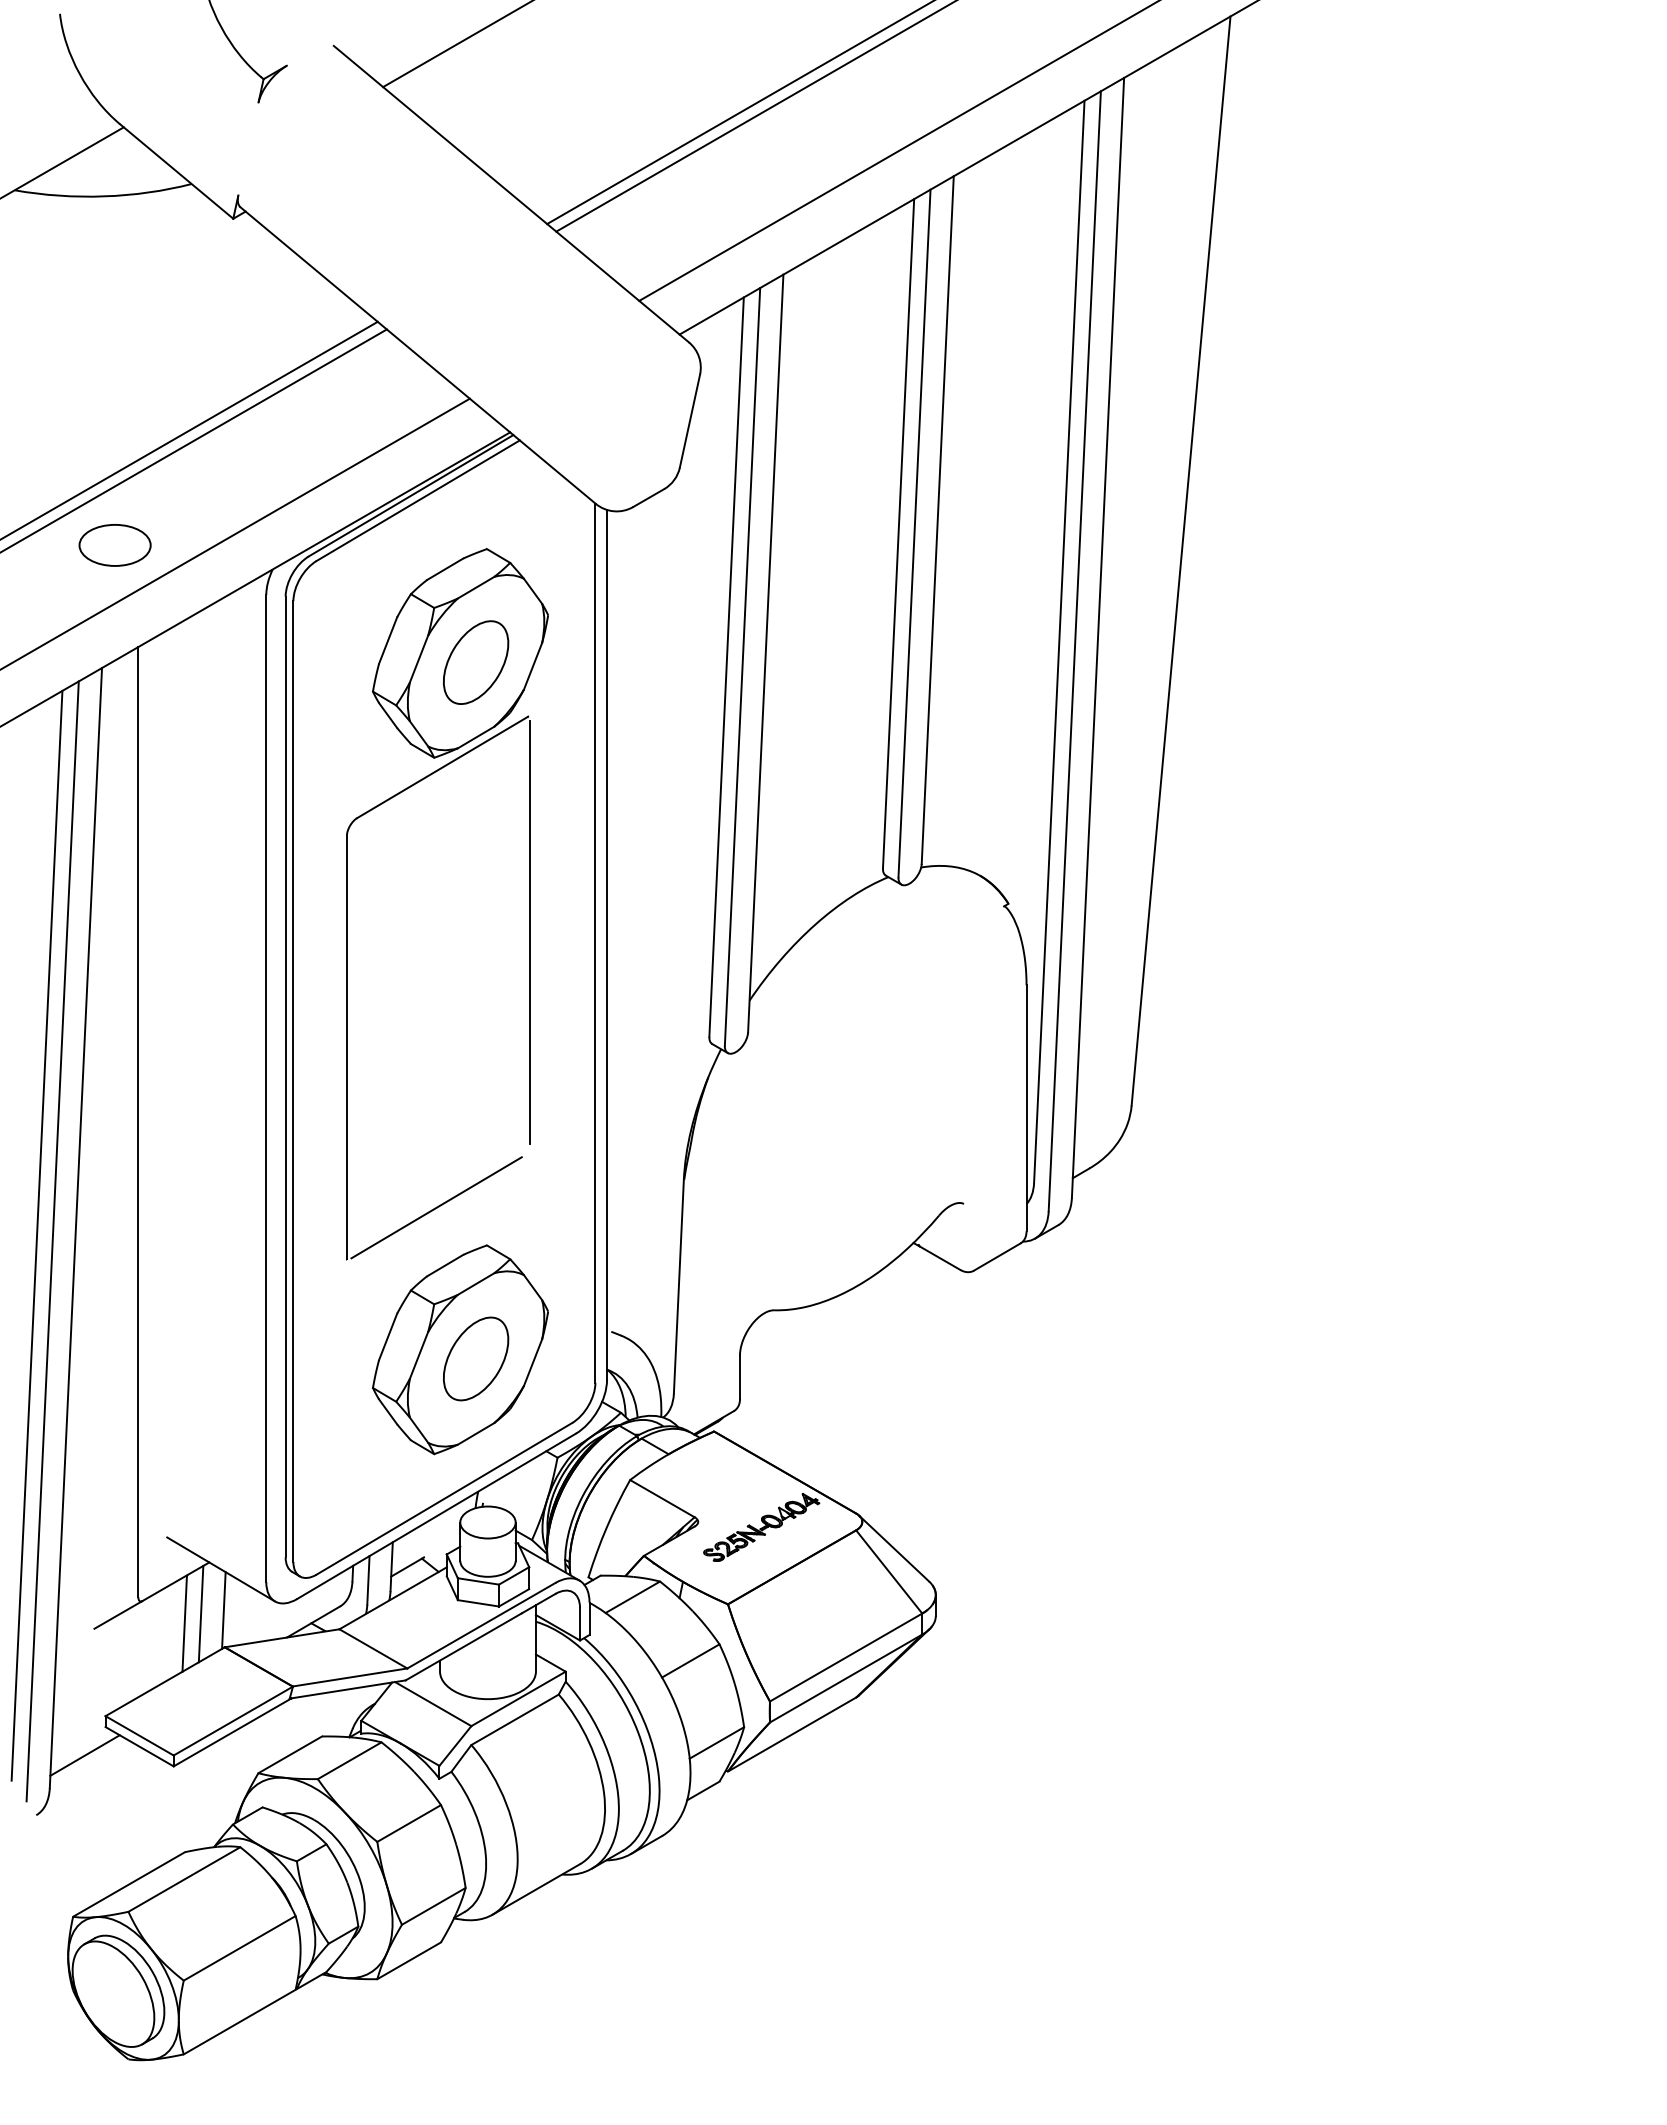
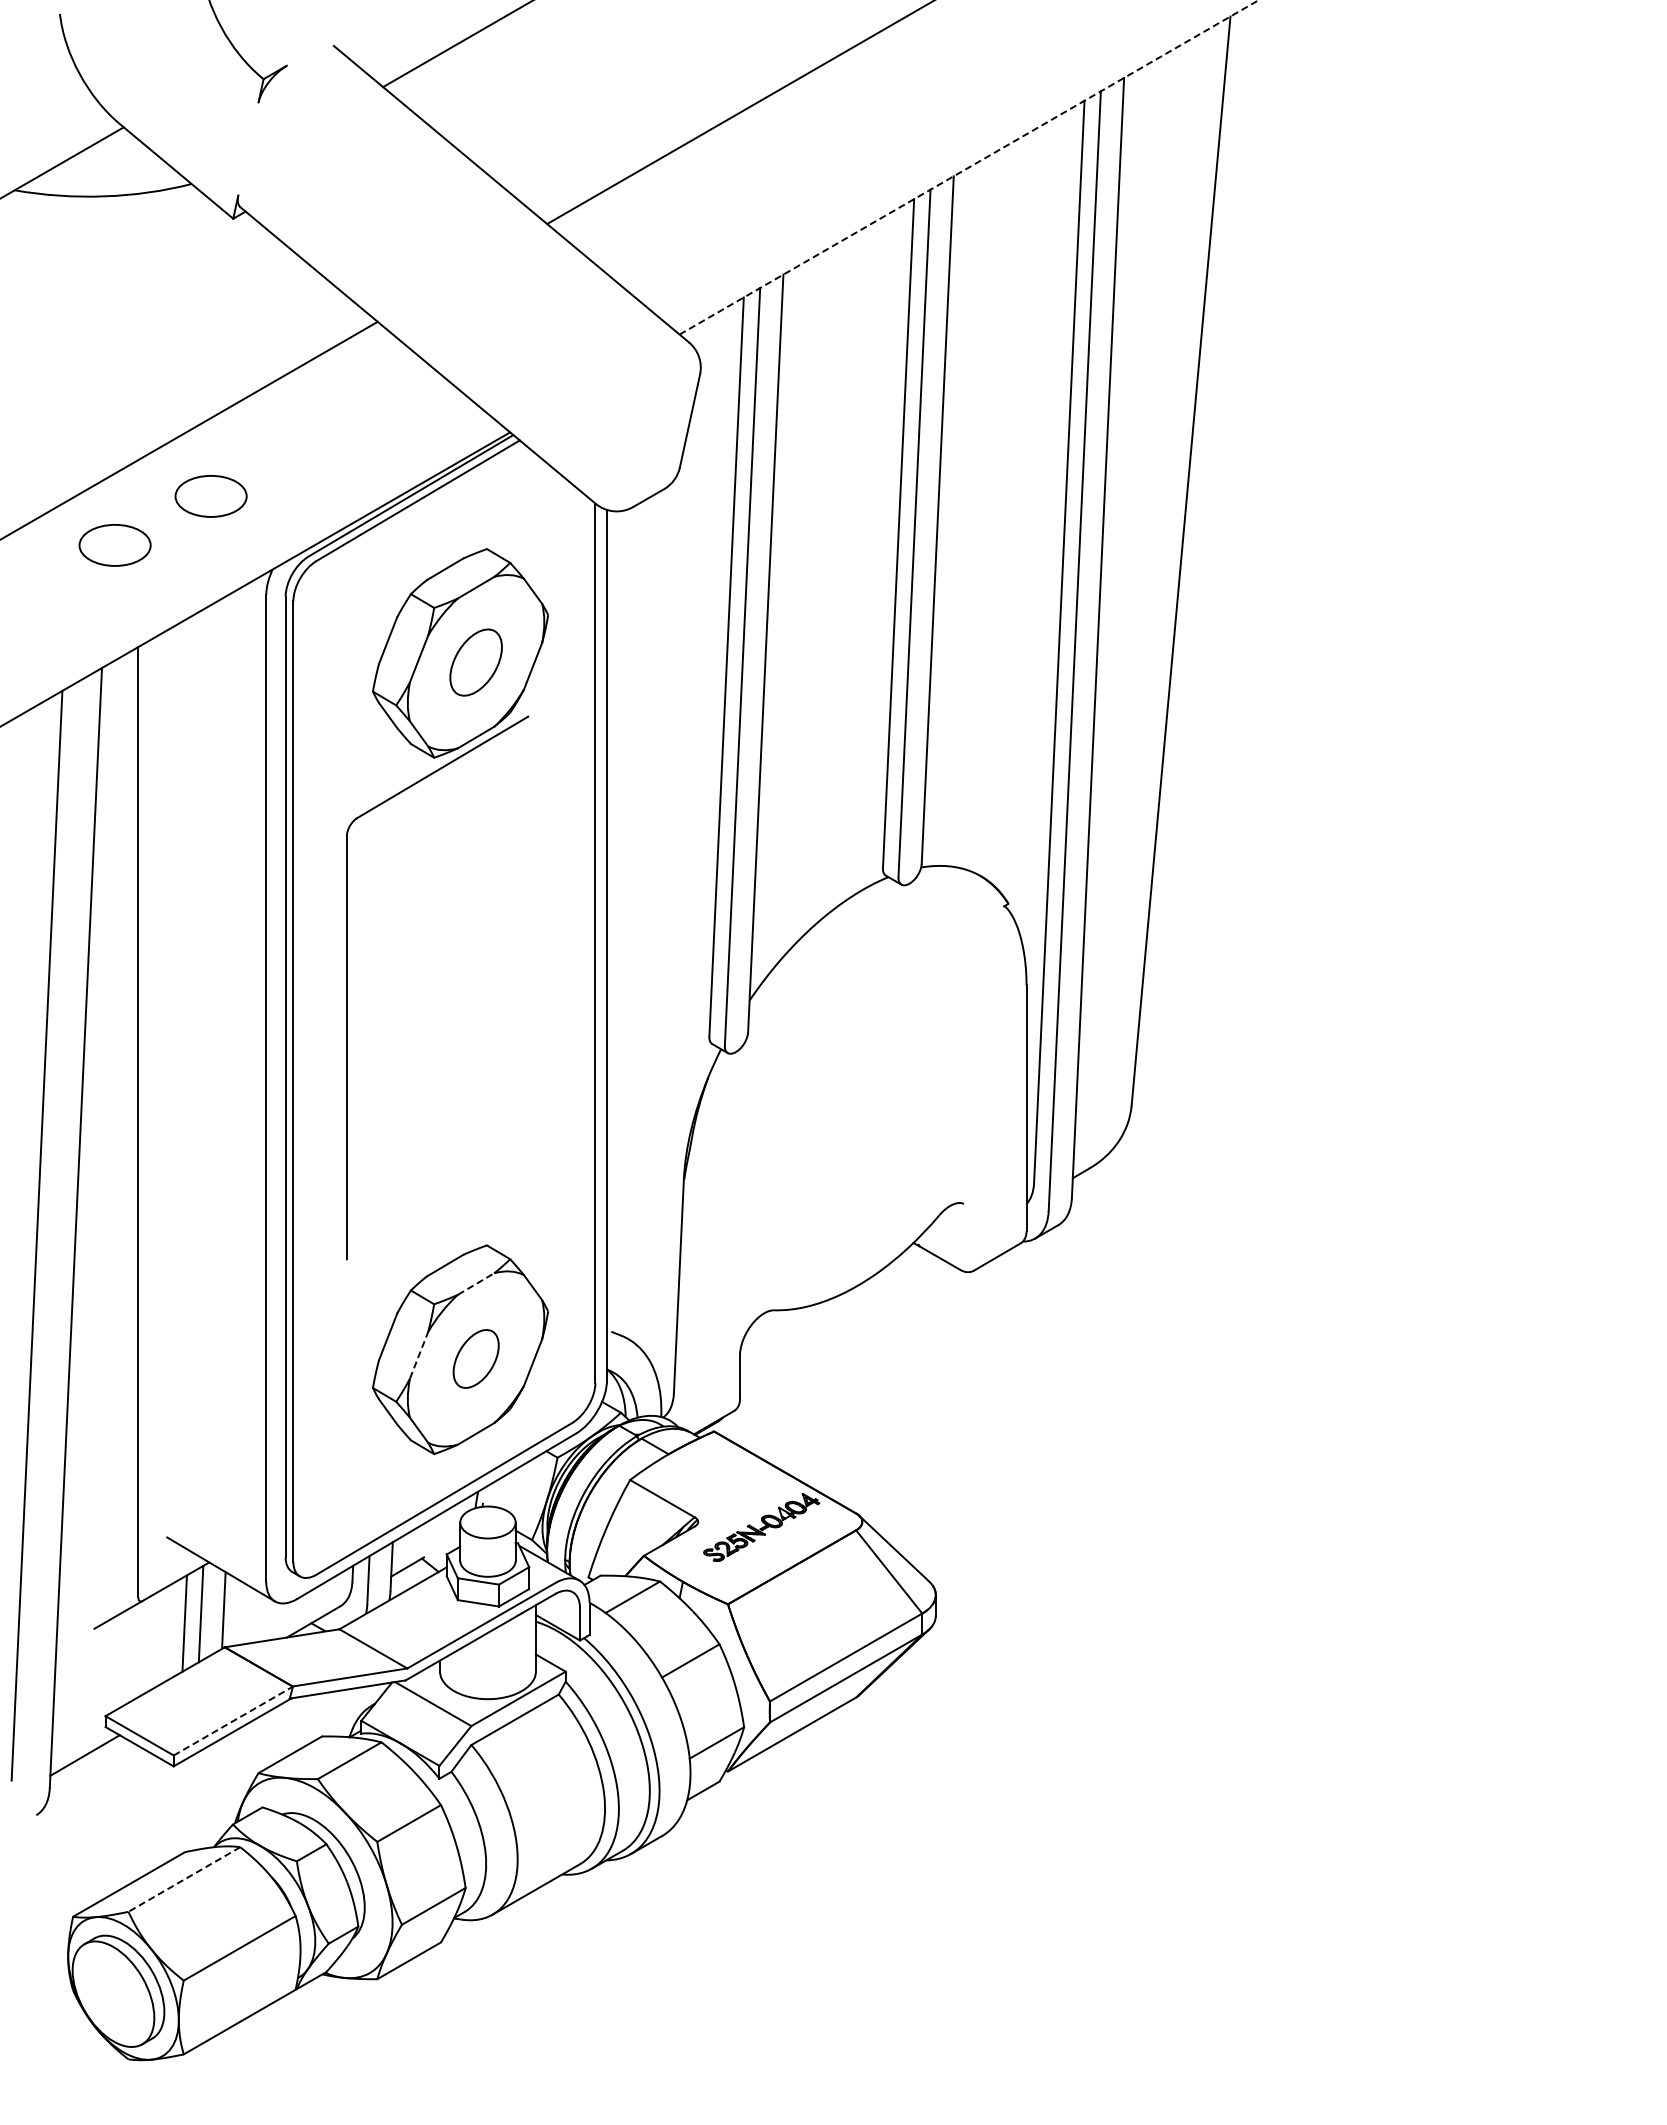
line at (754, 116): present -> none
line at (897, 151): present -> none
line at (969, 167): solid -> dashed
line at (194, 440): present -> none
part at (210, 496): none -> present
line at (235, 533): present -> none
part at (476, 662) size: 67x85 px -> 54x69 px
line at (529, 931): present -> none
line at (436, 1207): present -> none
line at (52, 1241): present -> none
line at (476, 1283): solid -> dashed
line at (419, 1355): solid -> dashed
part at (476, 1358) size: 67x86 px -> 48x60 px
line at (233, 1721): solid -> dashed
line at (184, 1879): solid -> dashed
